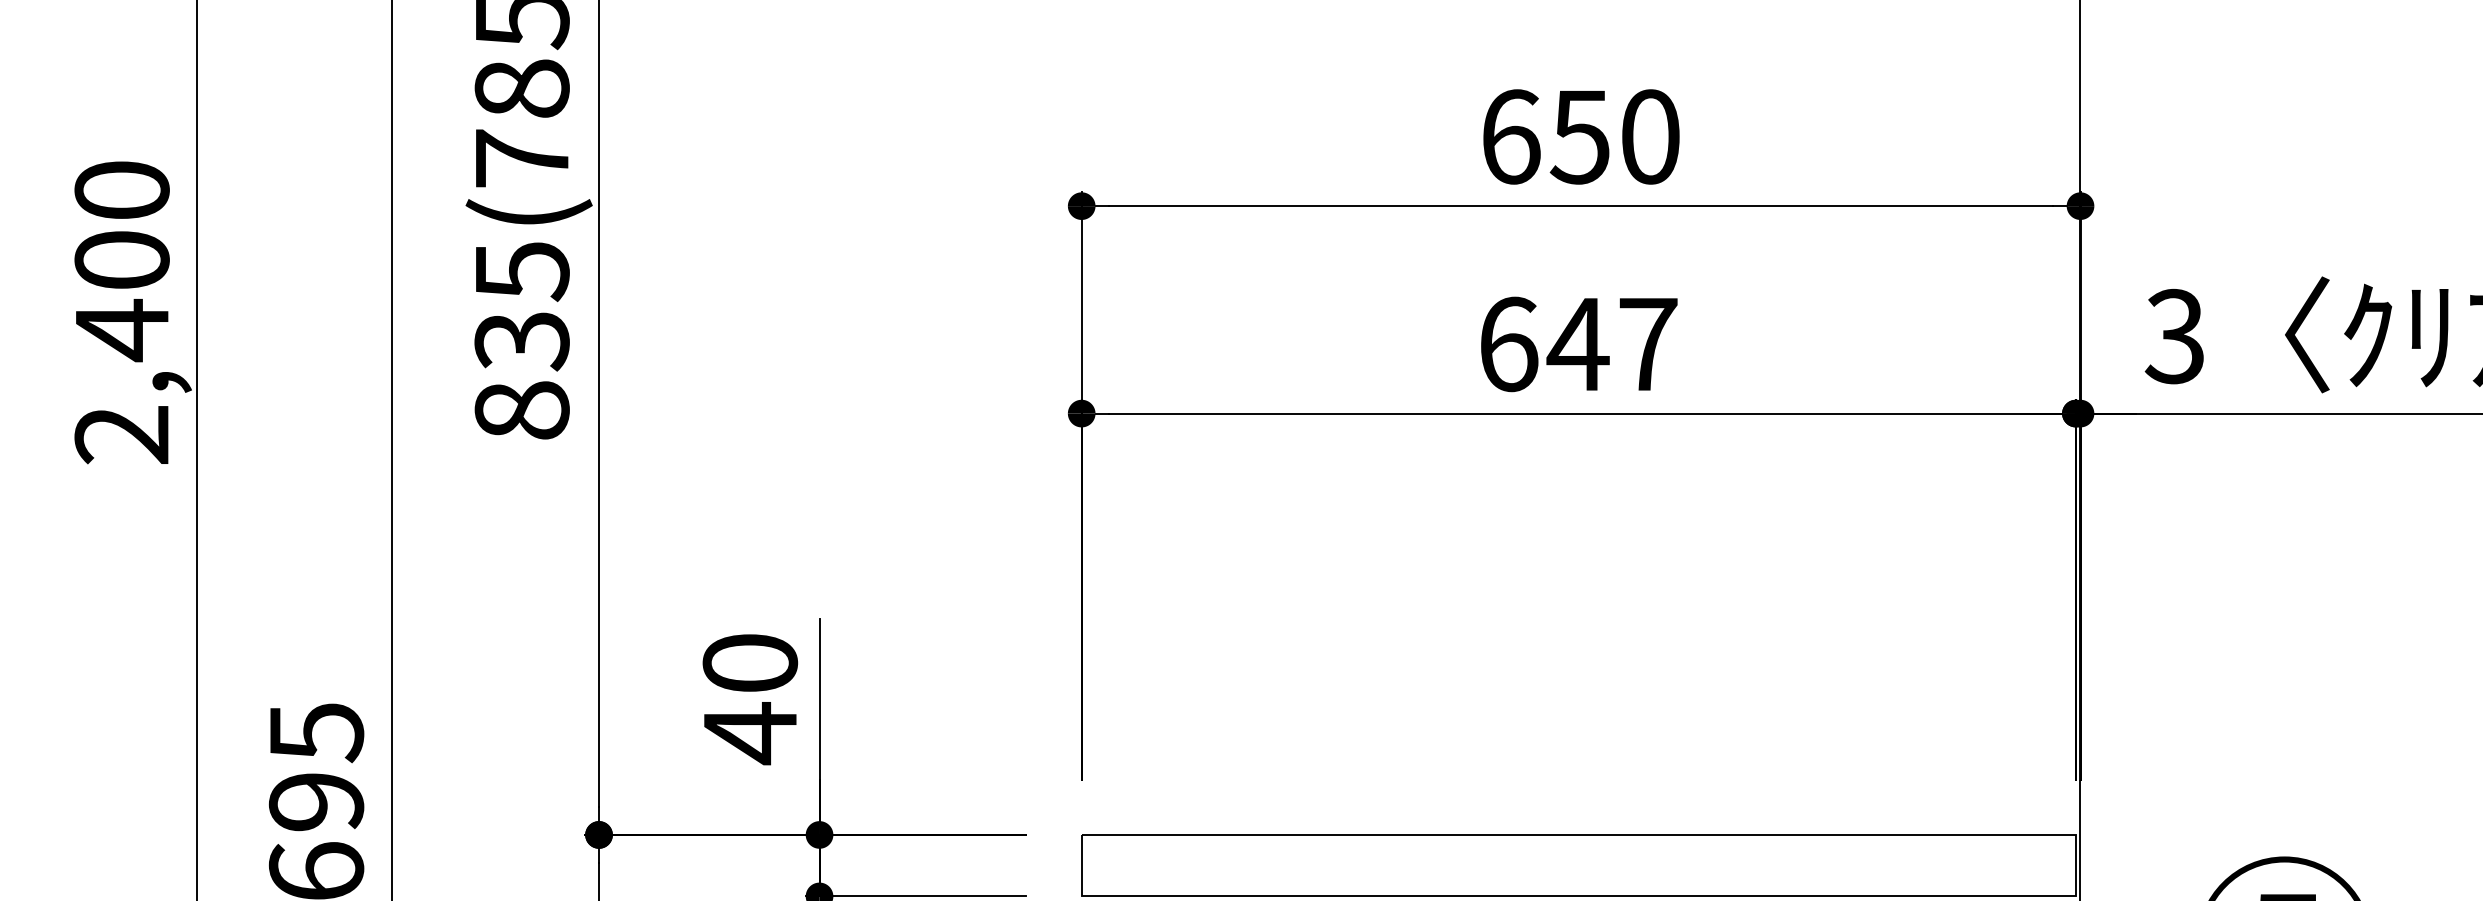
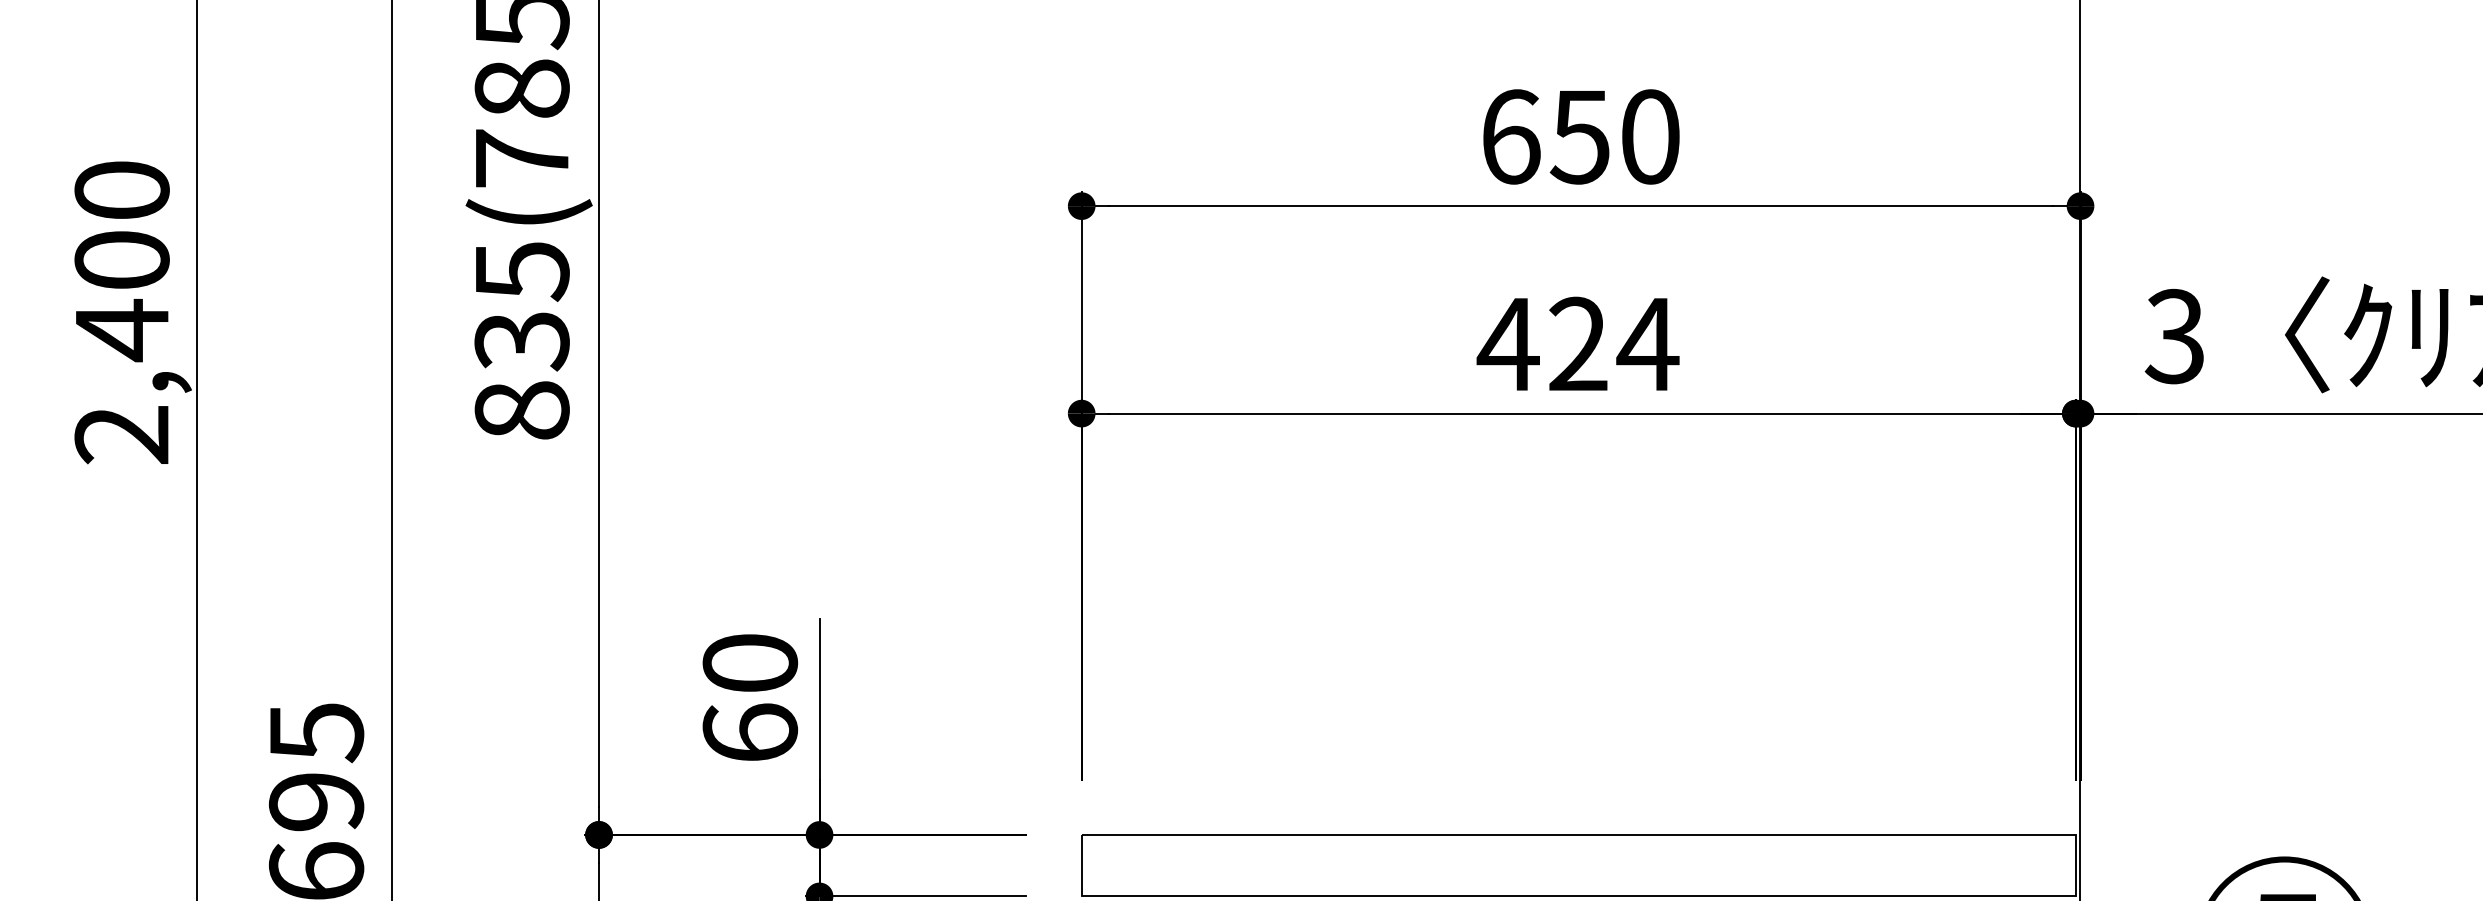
text at (1577, 344): 647 -> 424
text at (750, 733): 40 -> 60
